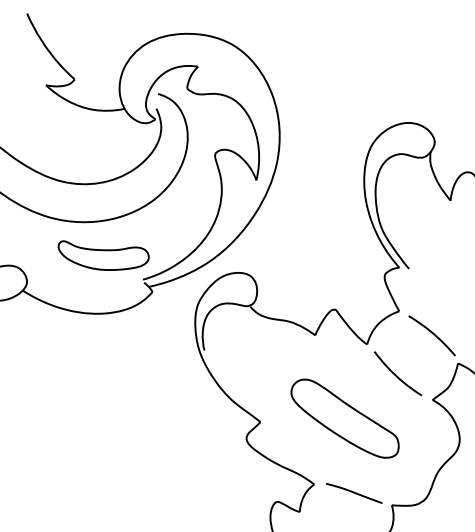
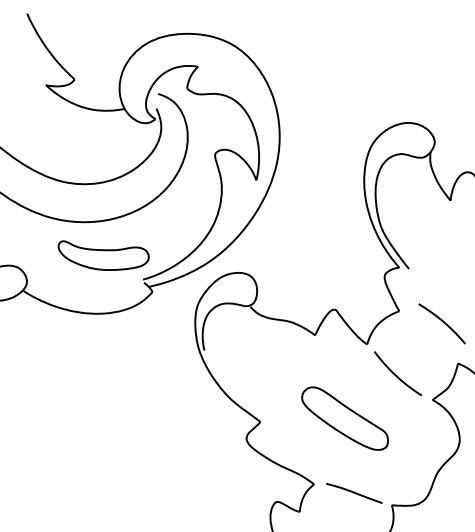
curve at (432, 334) position: (432, 334) -> (442, 322)
part at (344, 418) size: 110x81 px -> 88x65 px
